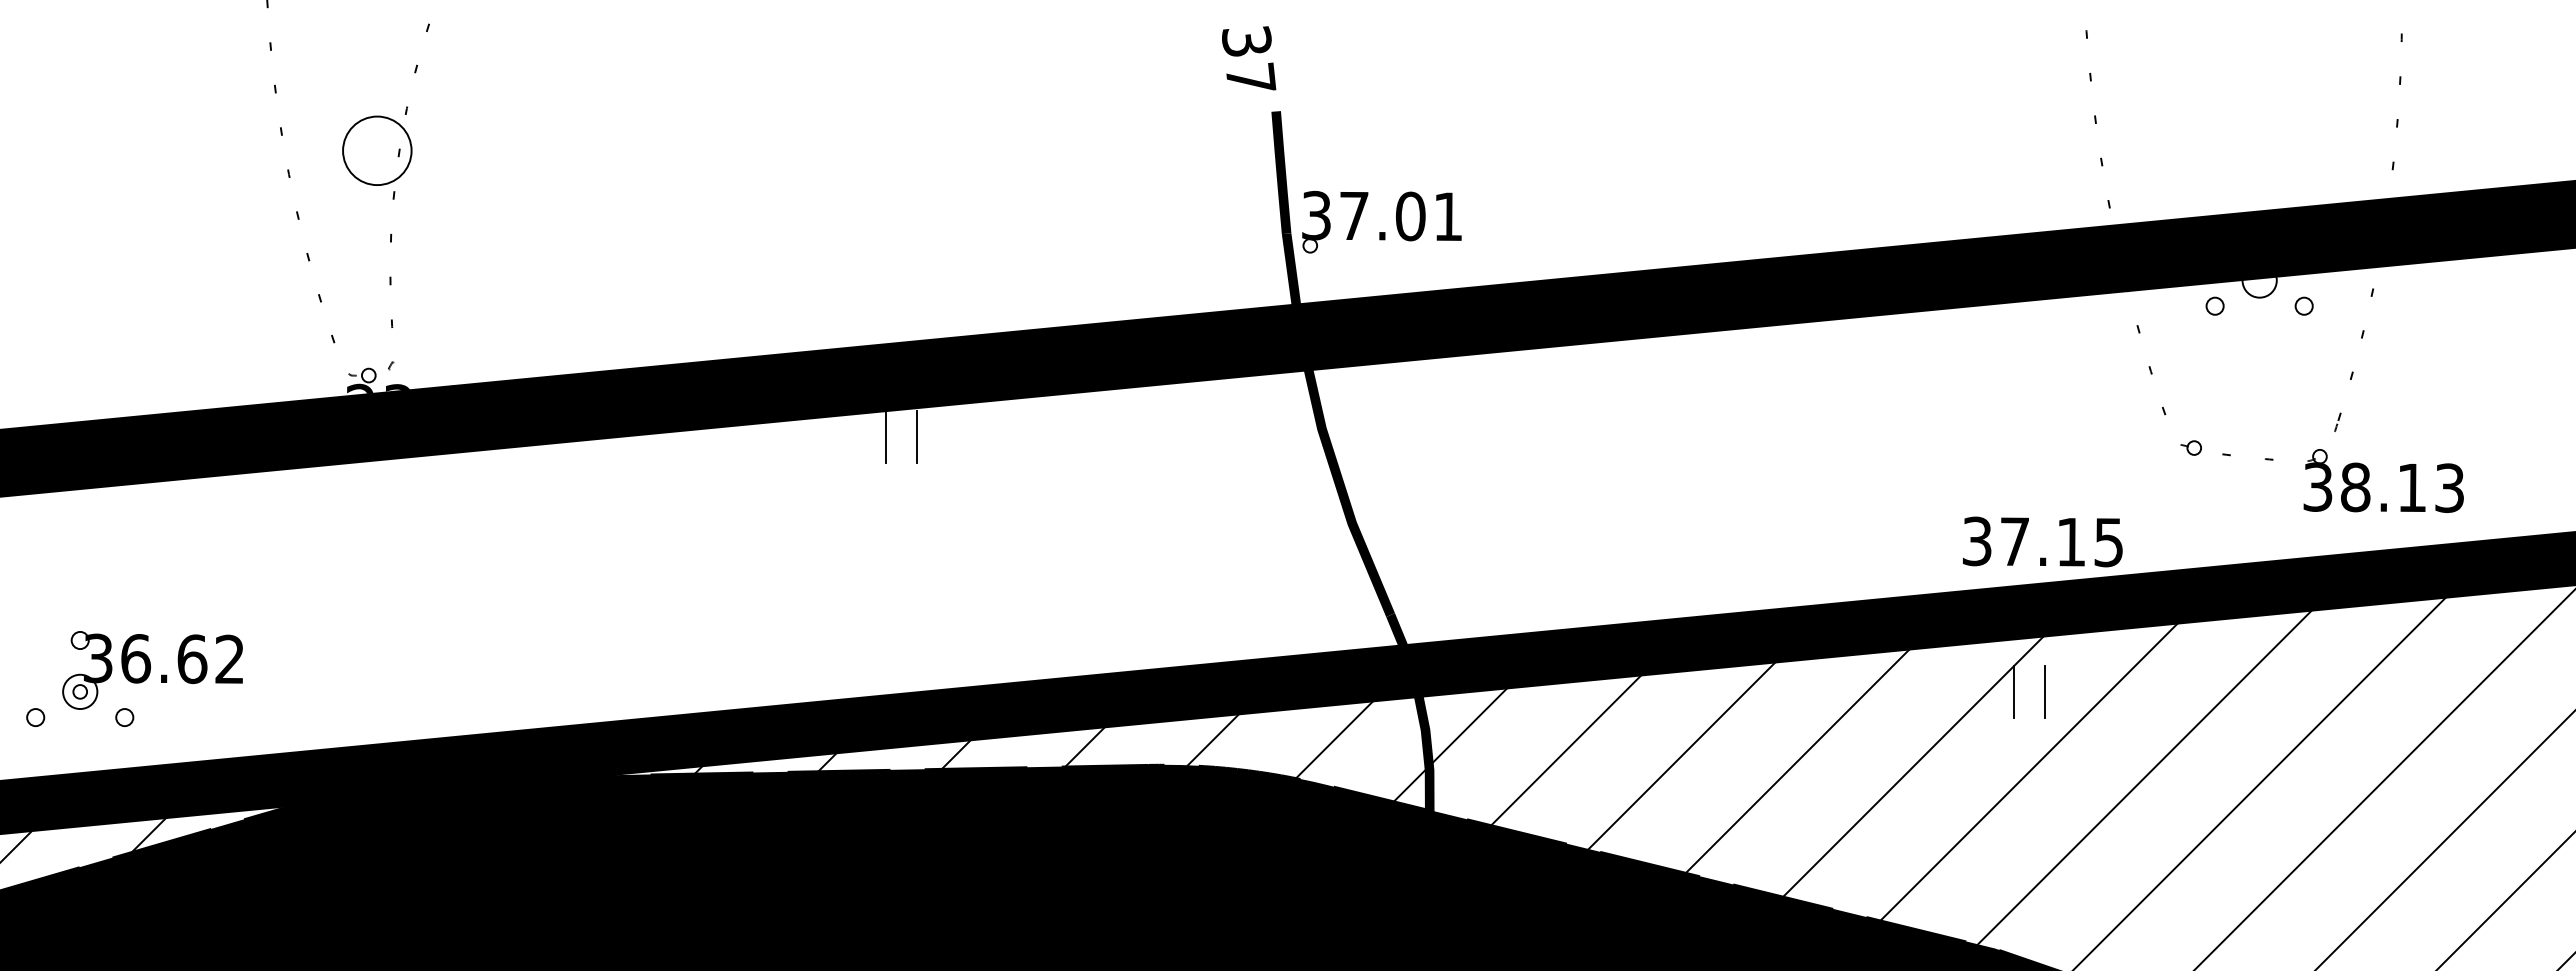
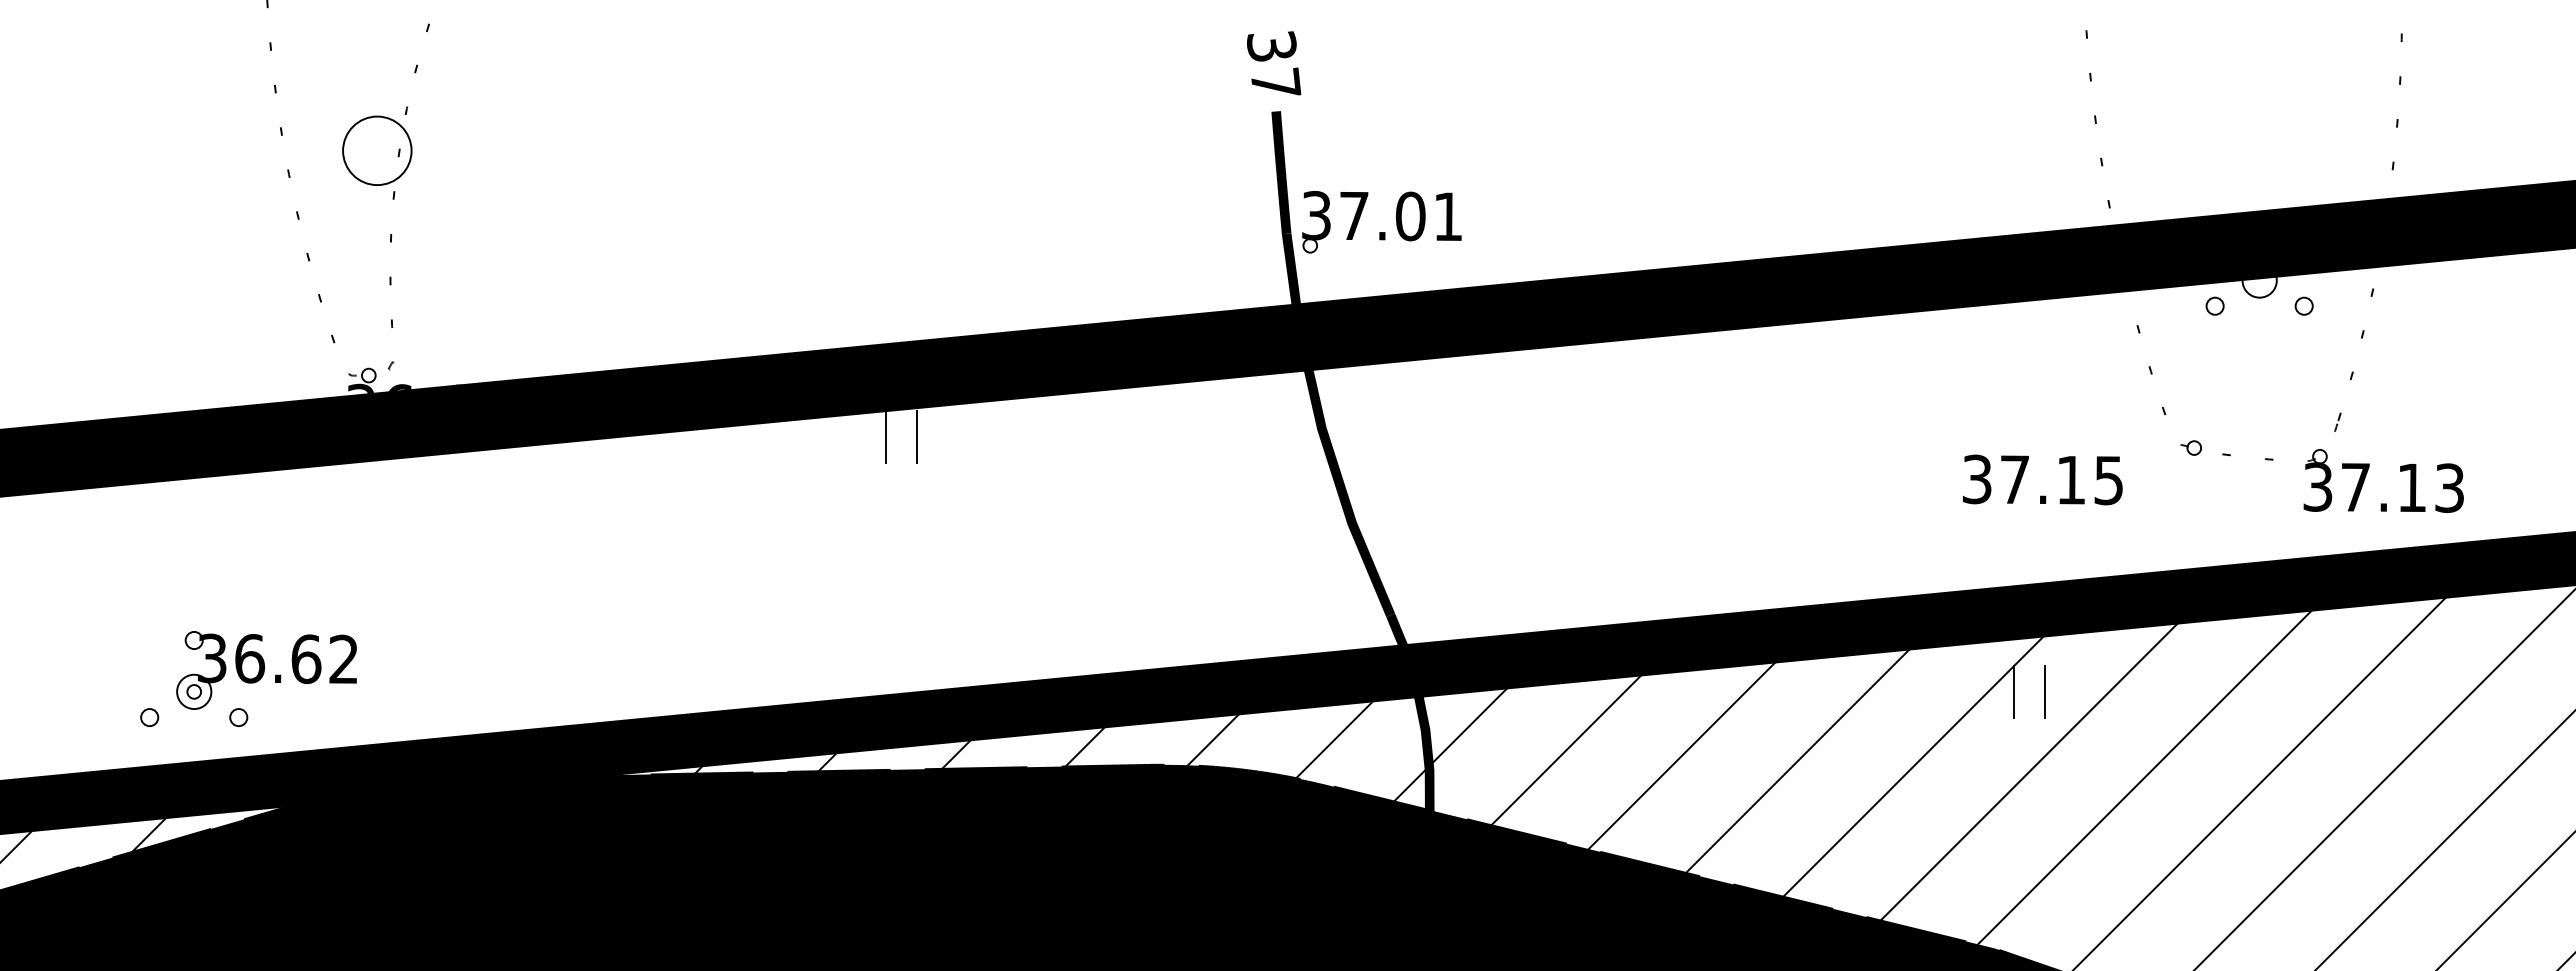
text at (1249, 58) position: (1249, 58) -> (1274, 63)
text at (403, 388): 23.17 -> 36.65
text at (2355, 487): 38.13 -> 37.13
text at (2042, 541) position: (2042, 541) -> (2042, 479)
part at (134, 678) position: (134, 678) -> (248, 678)
